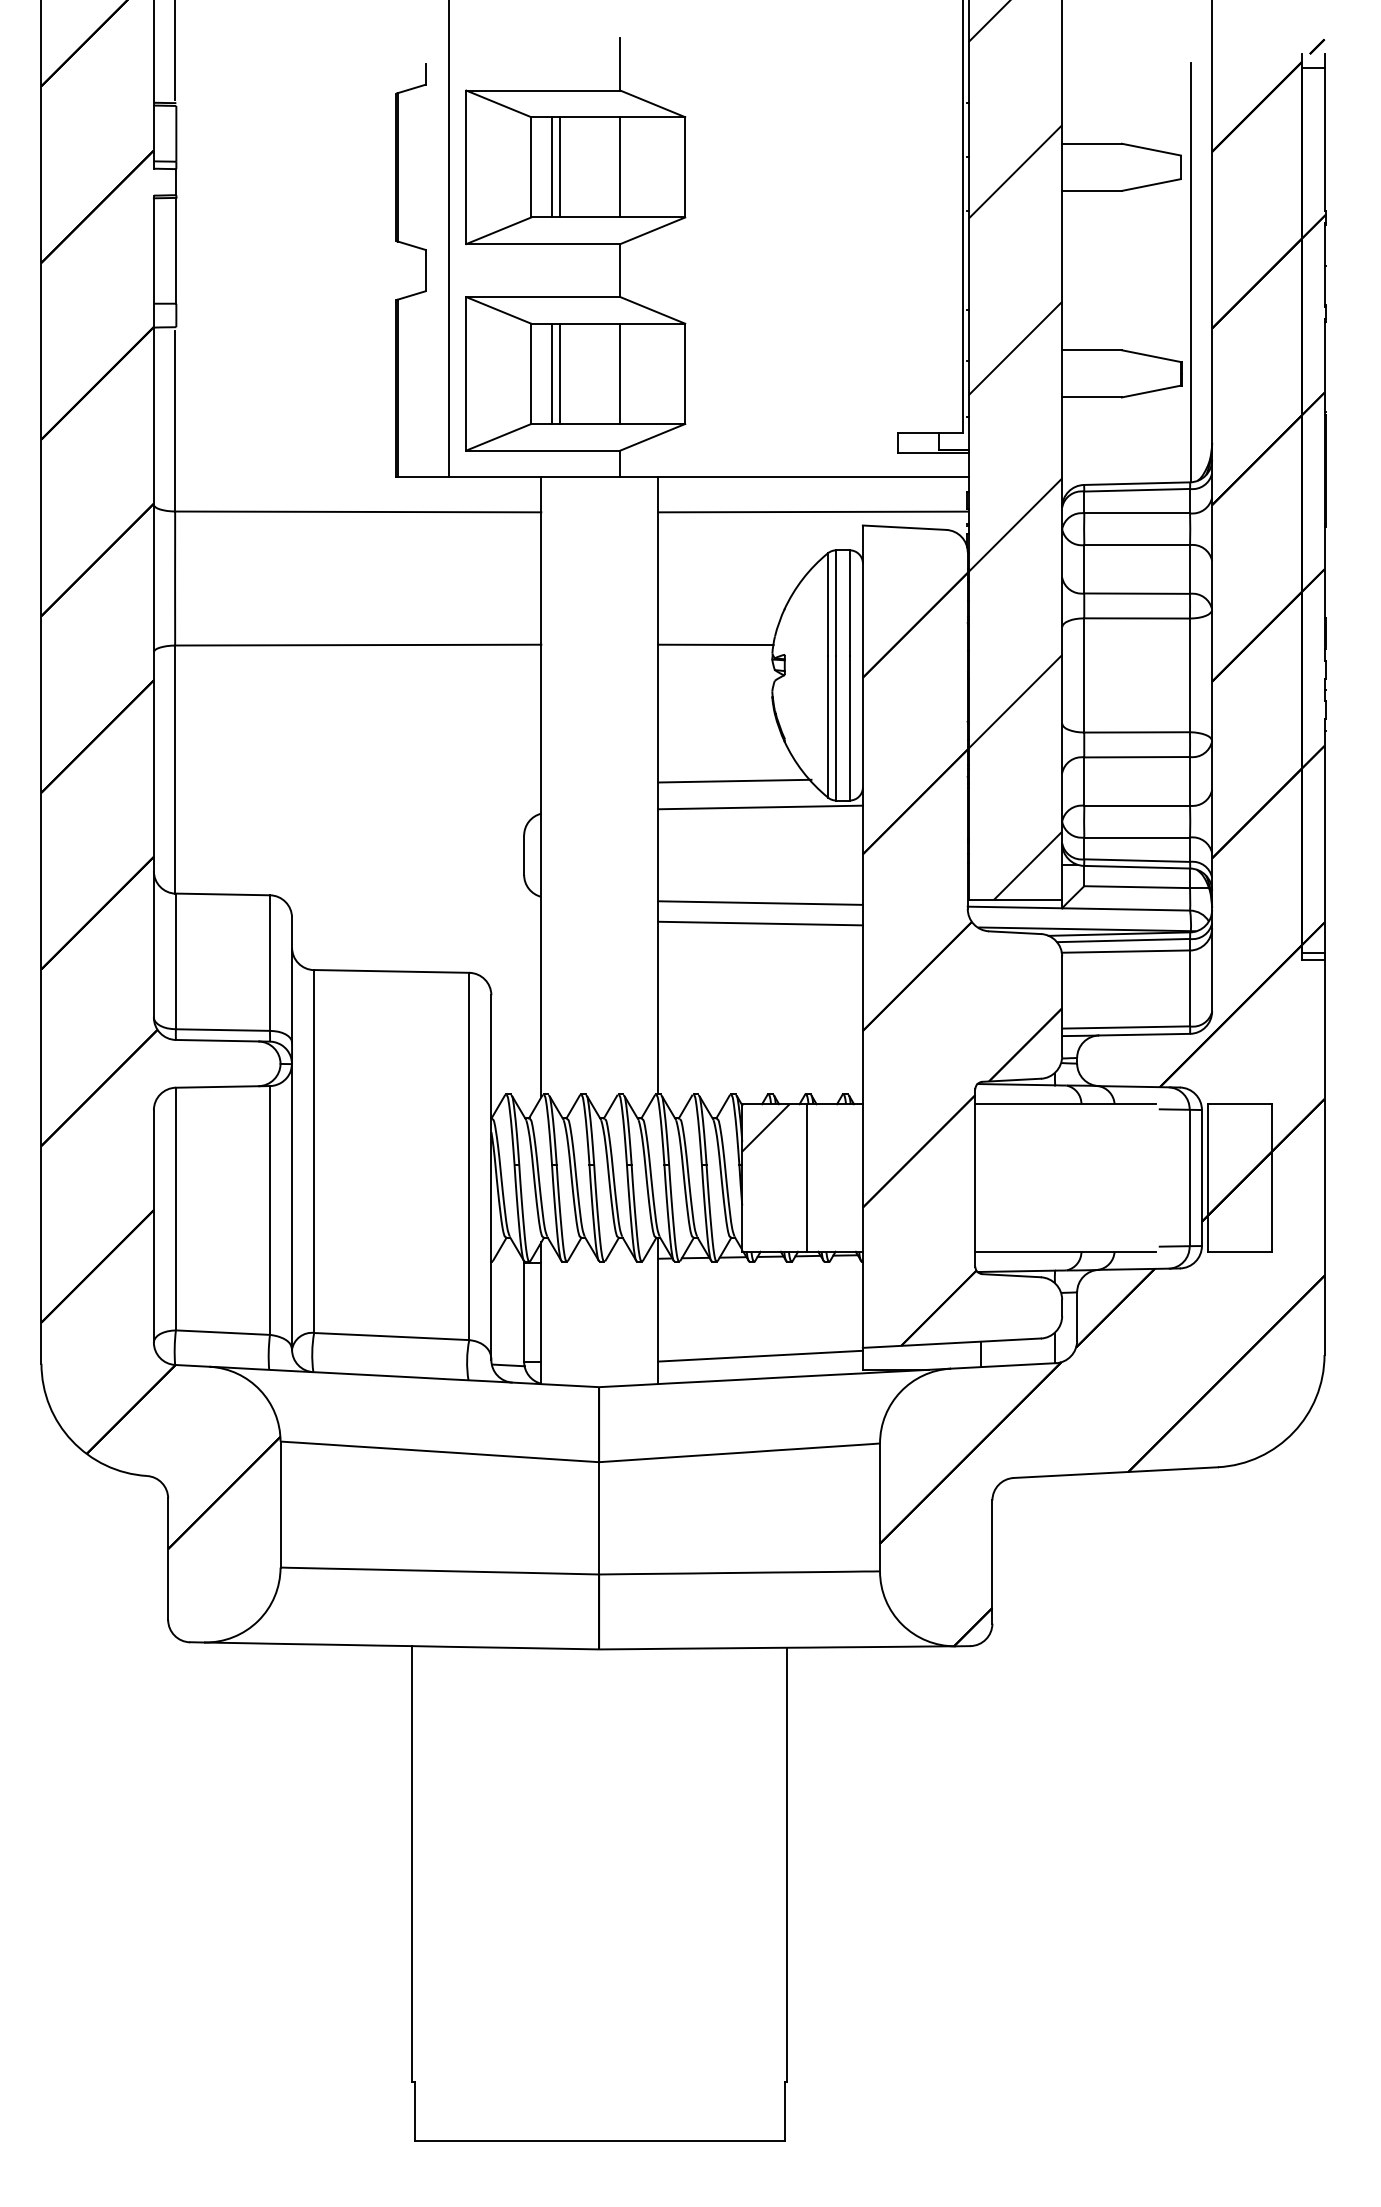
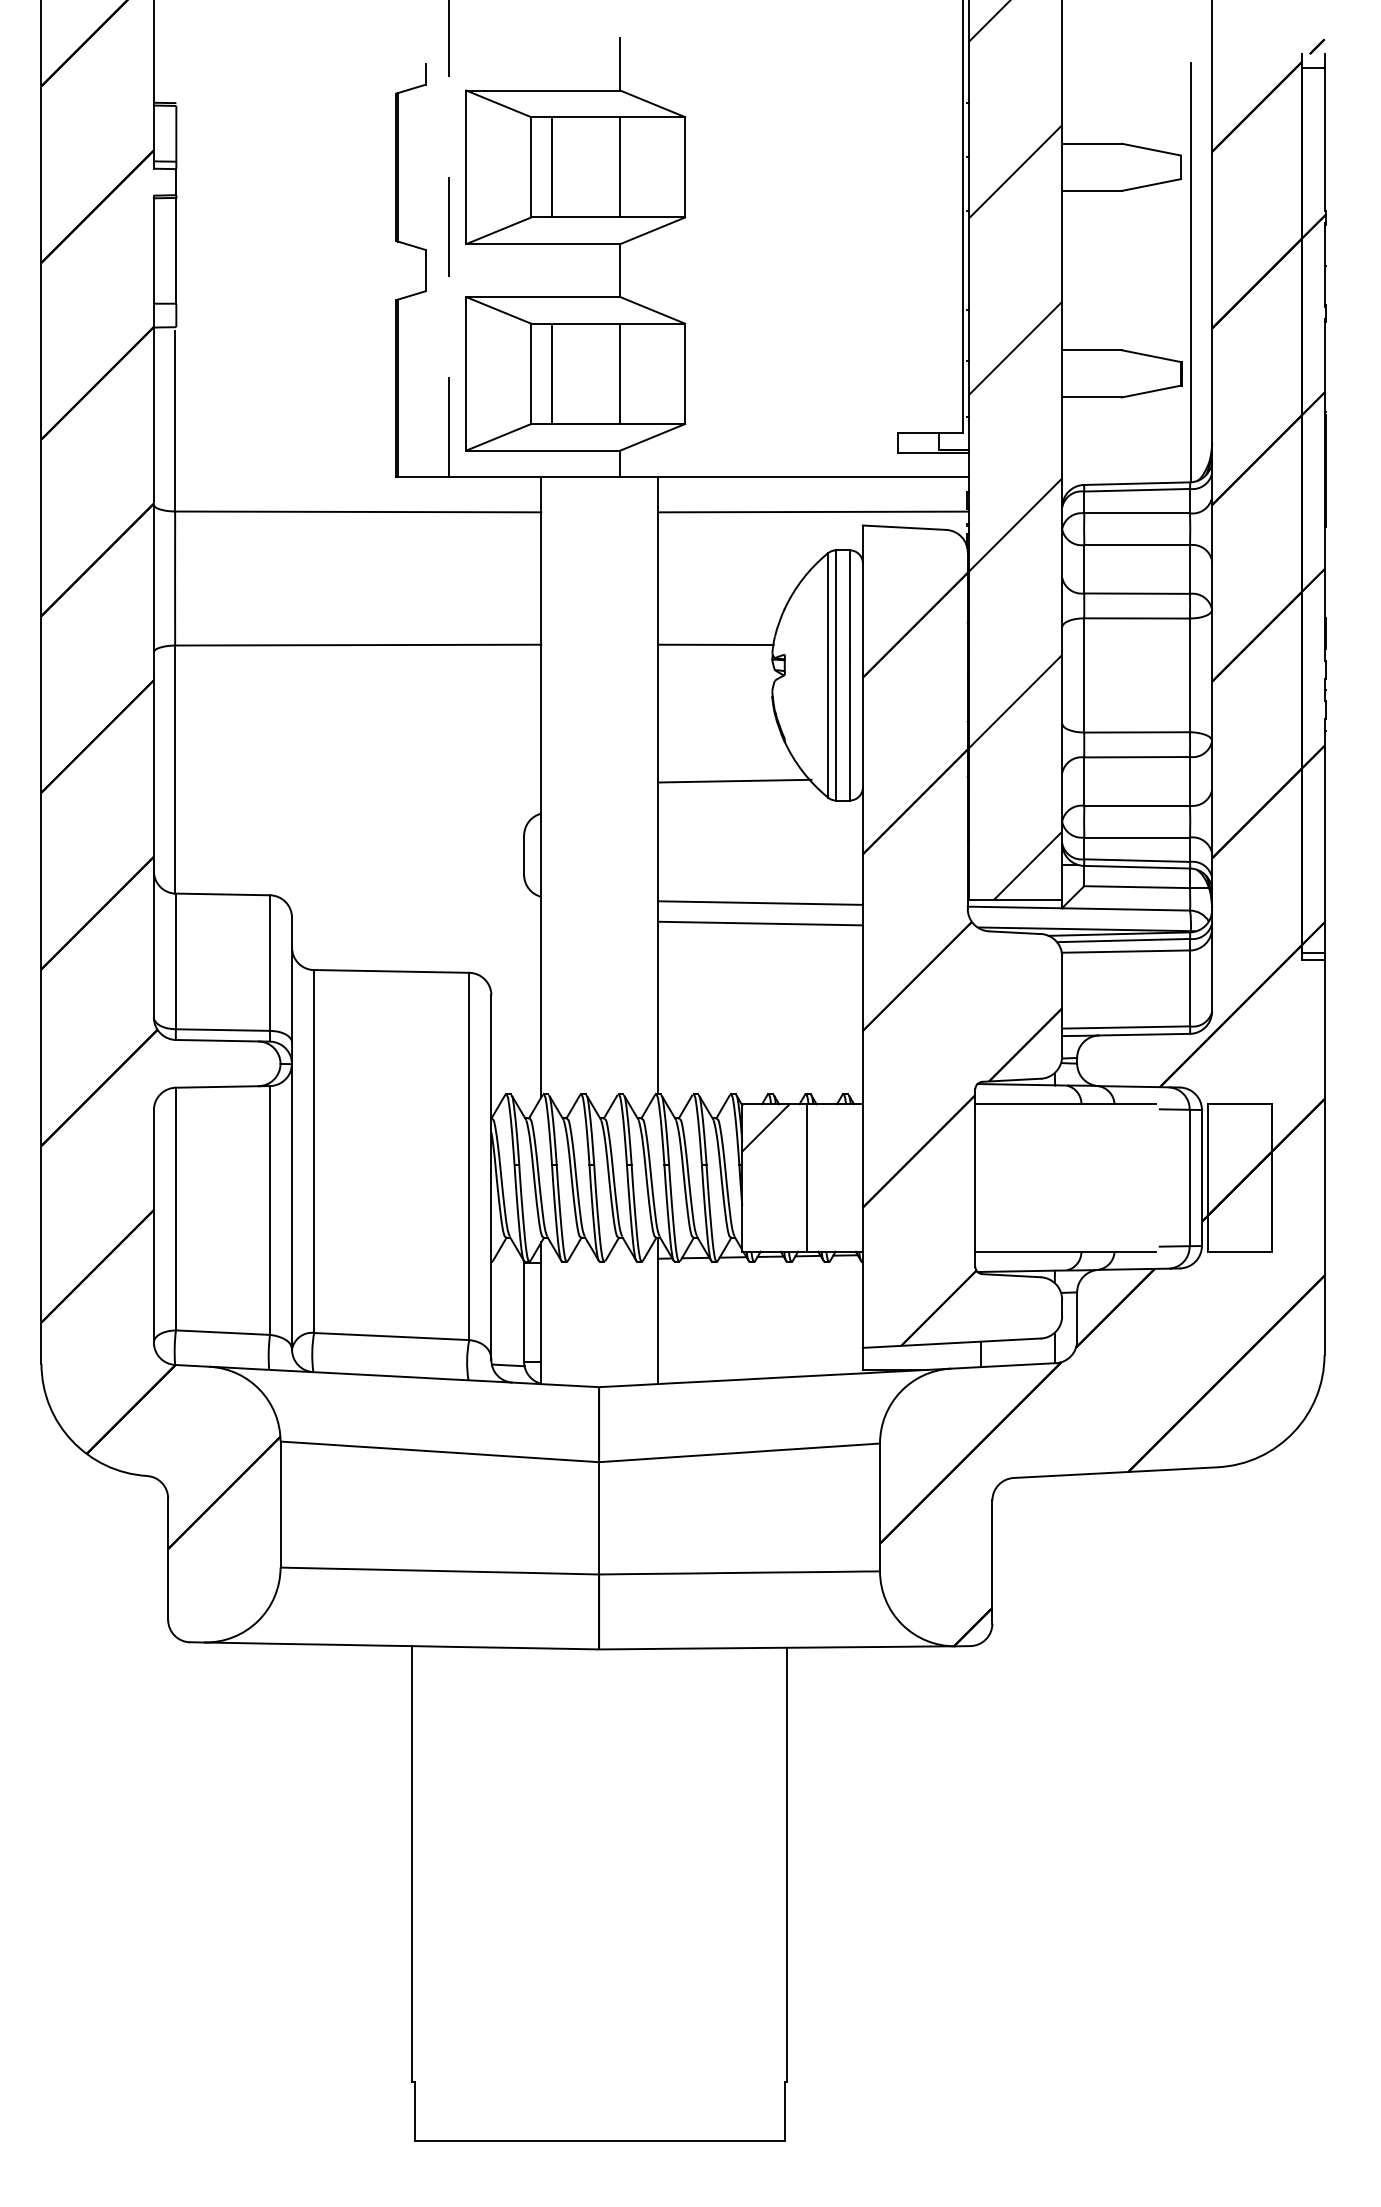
line at (175, 50): present -> none
line at (560, 167): present -> none
line at (449, 238): solid -> dashed
line at (560, 373): present -> none
line at (760, 807): present -> none
line at (760, 1355): present -> none
